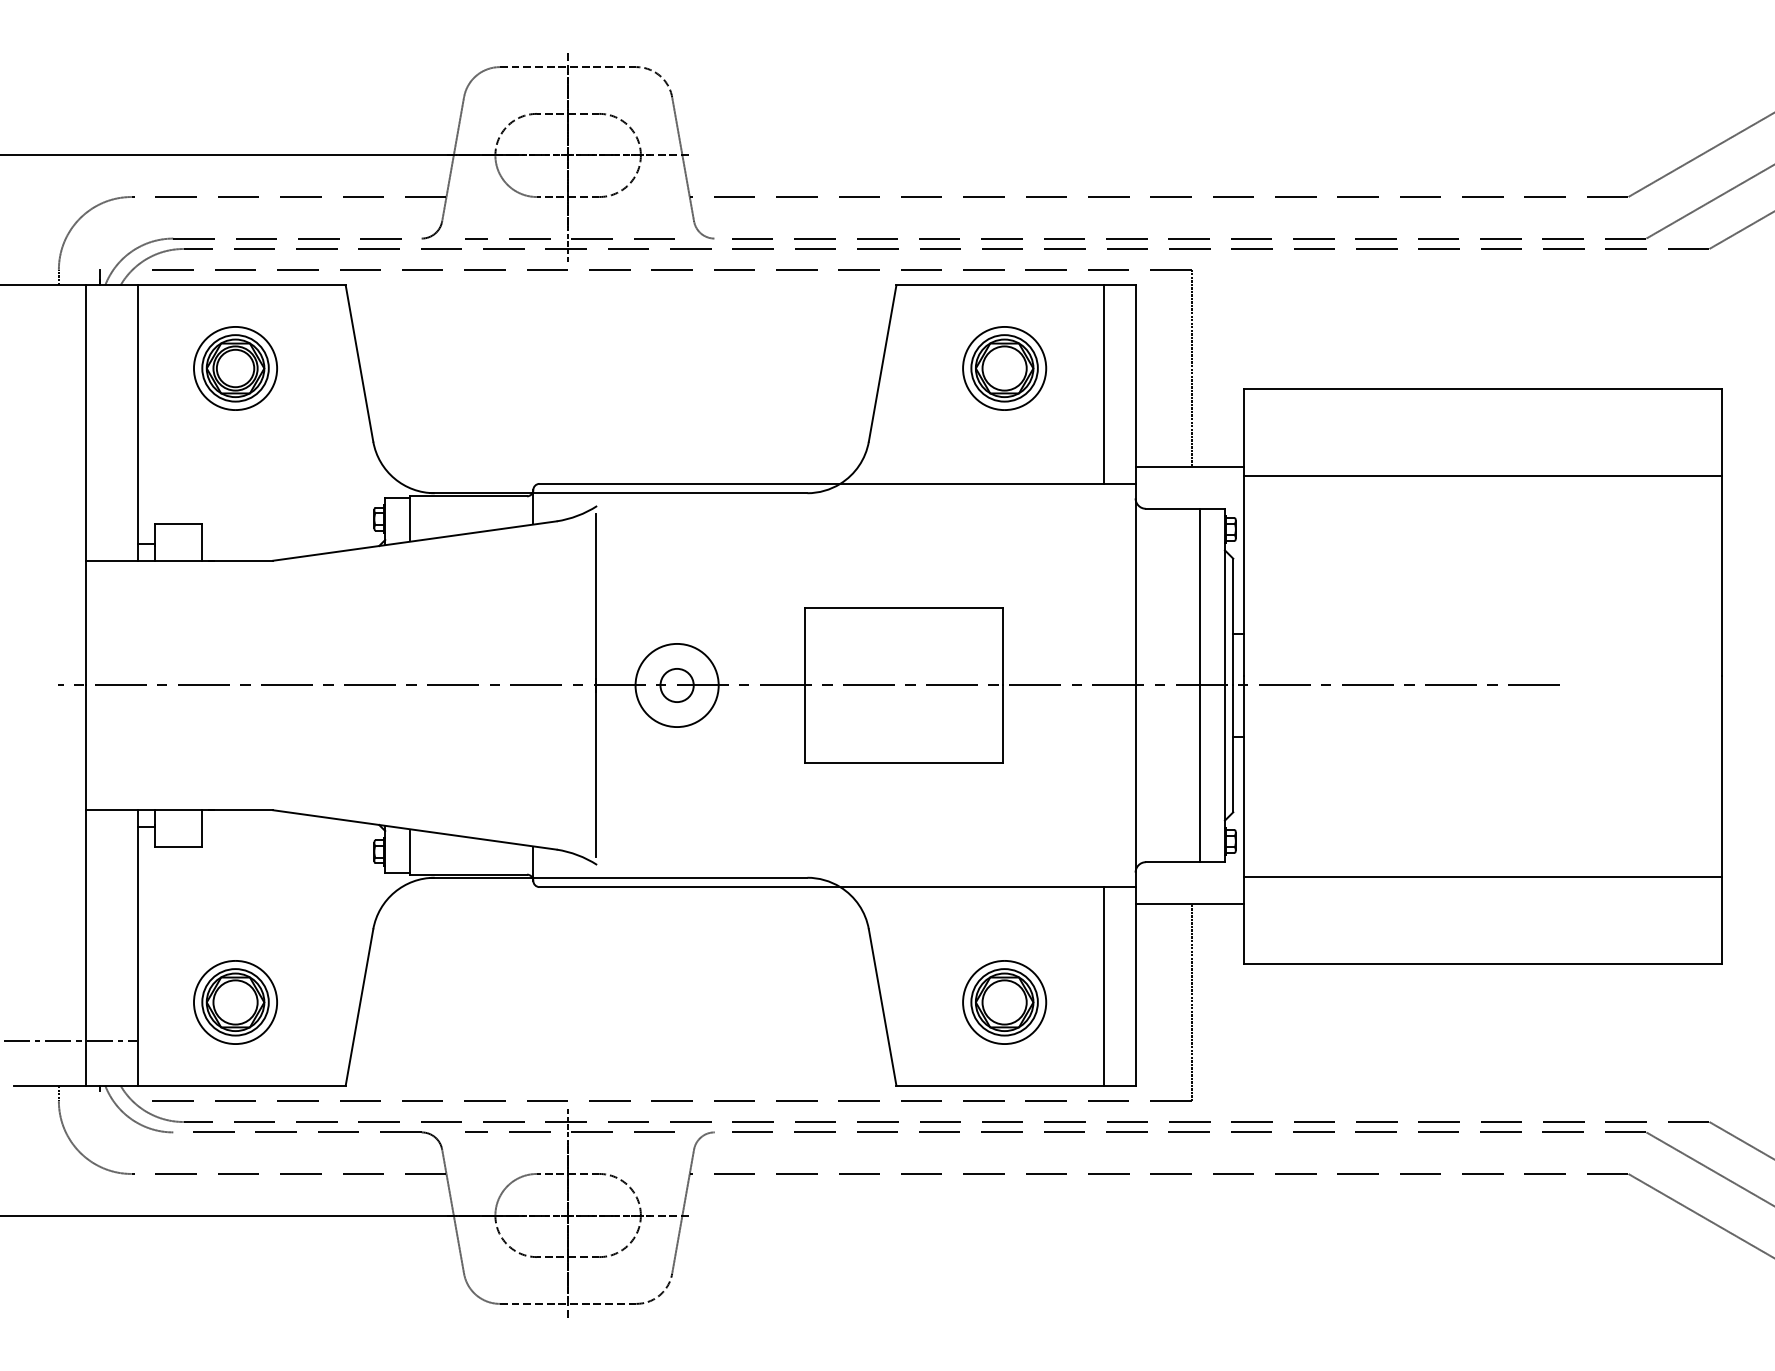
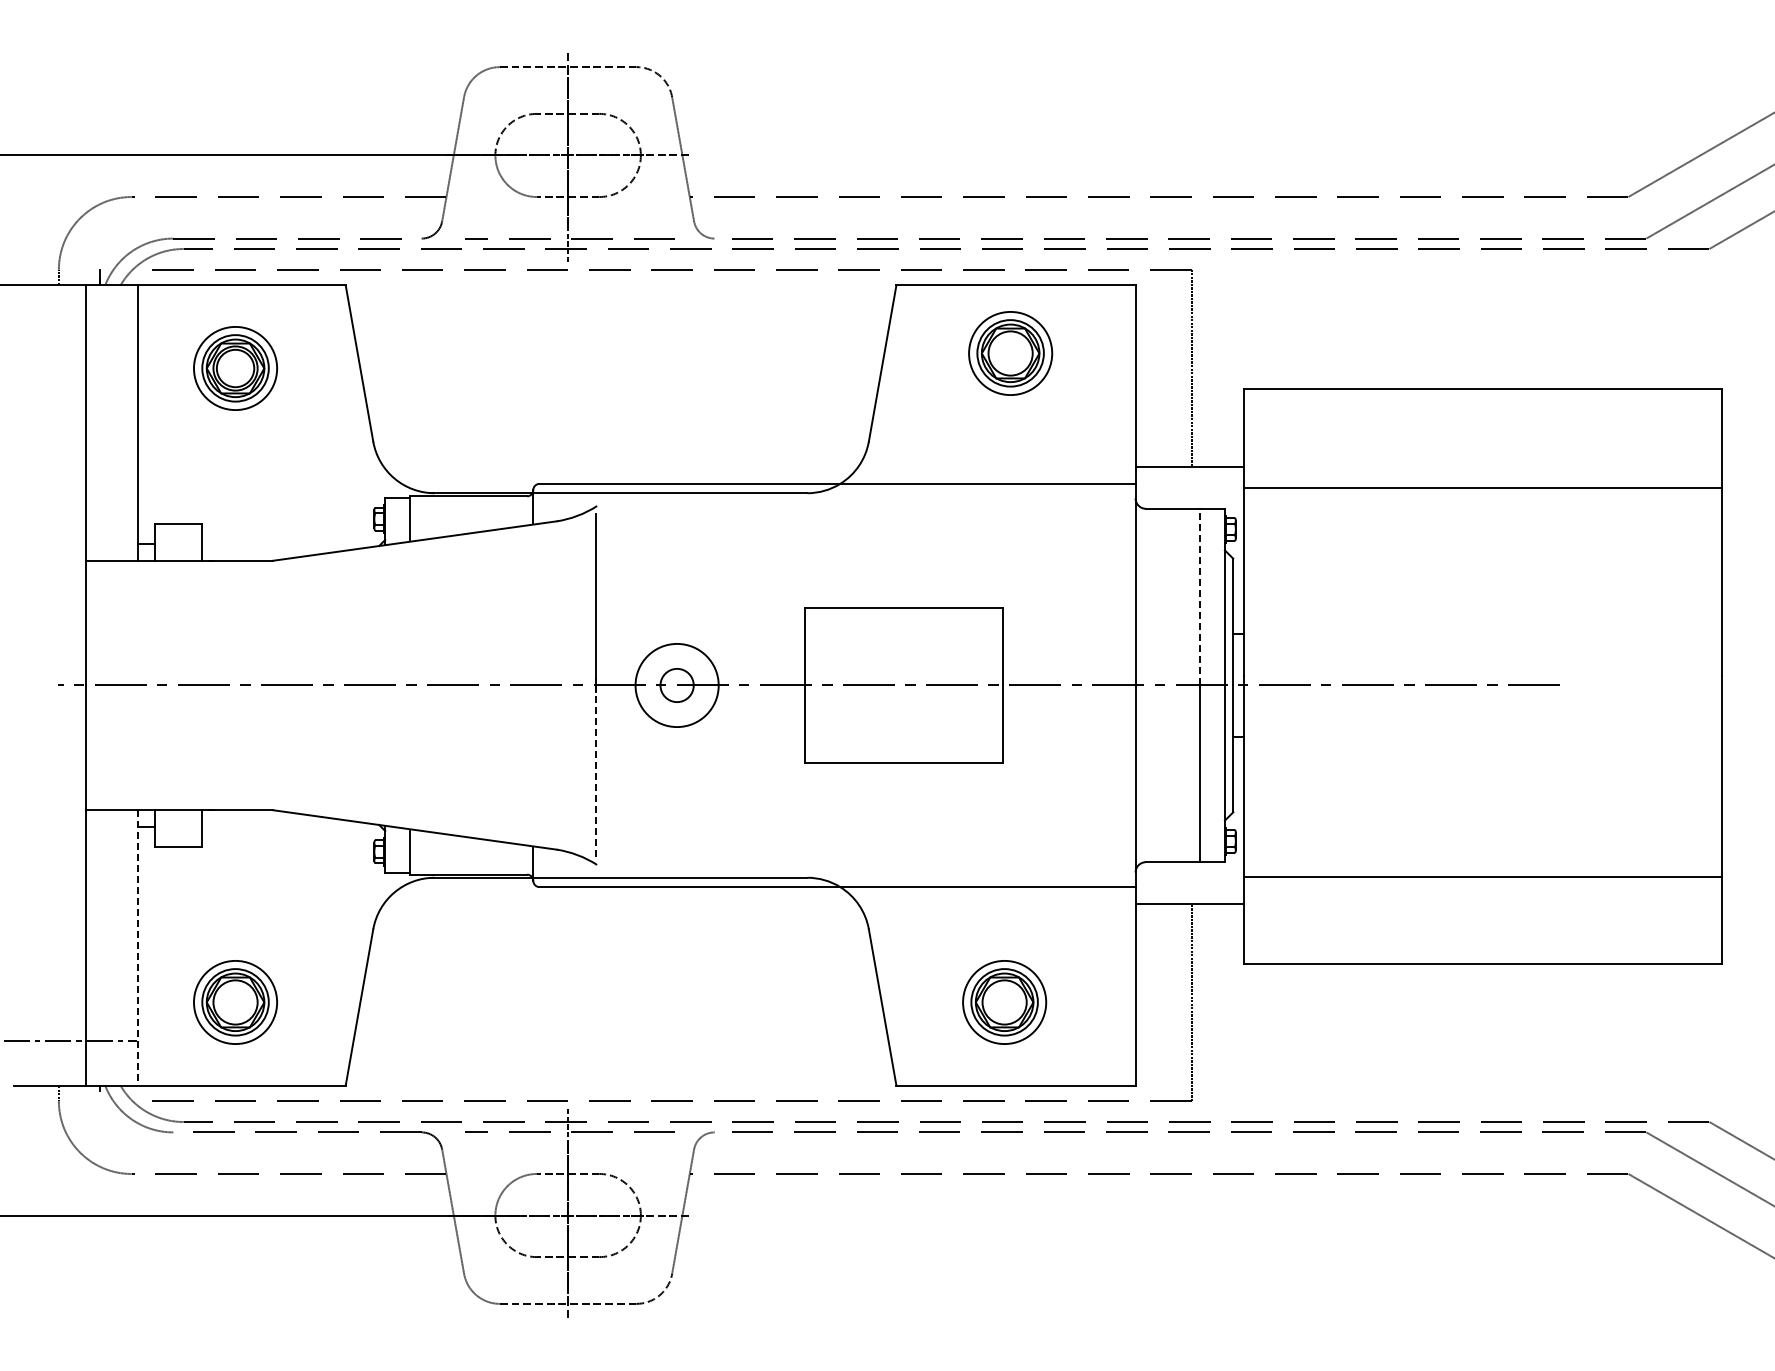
part at (1004, 368) position: (1004, 368) -> (1010, 353)
line at (1104, 384): present -> none
line at (1482, 475) position: (1482, 475) -> (1482, 487)
line at (1200, 596): solid -> dashed
line at (595, 767): solid -> dashed
line at (137, 947): solid -> dashed
line at (1104, 986): present -> none
